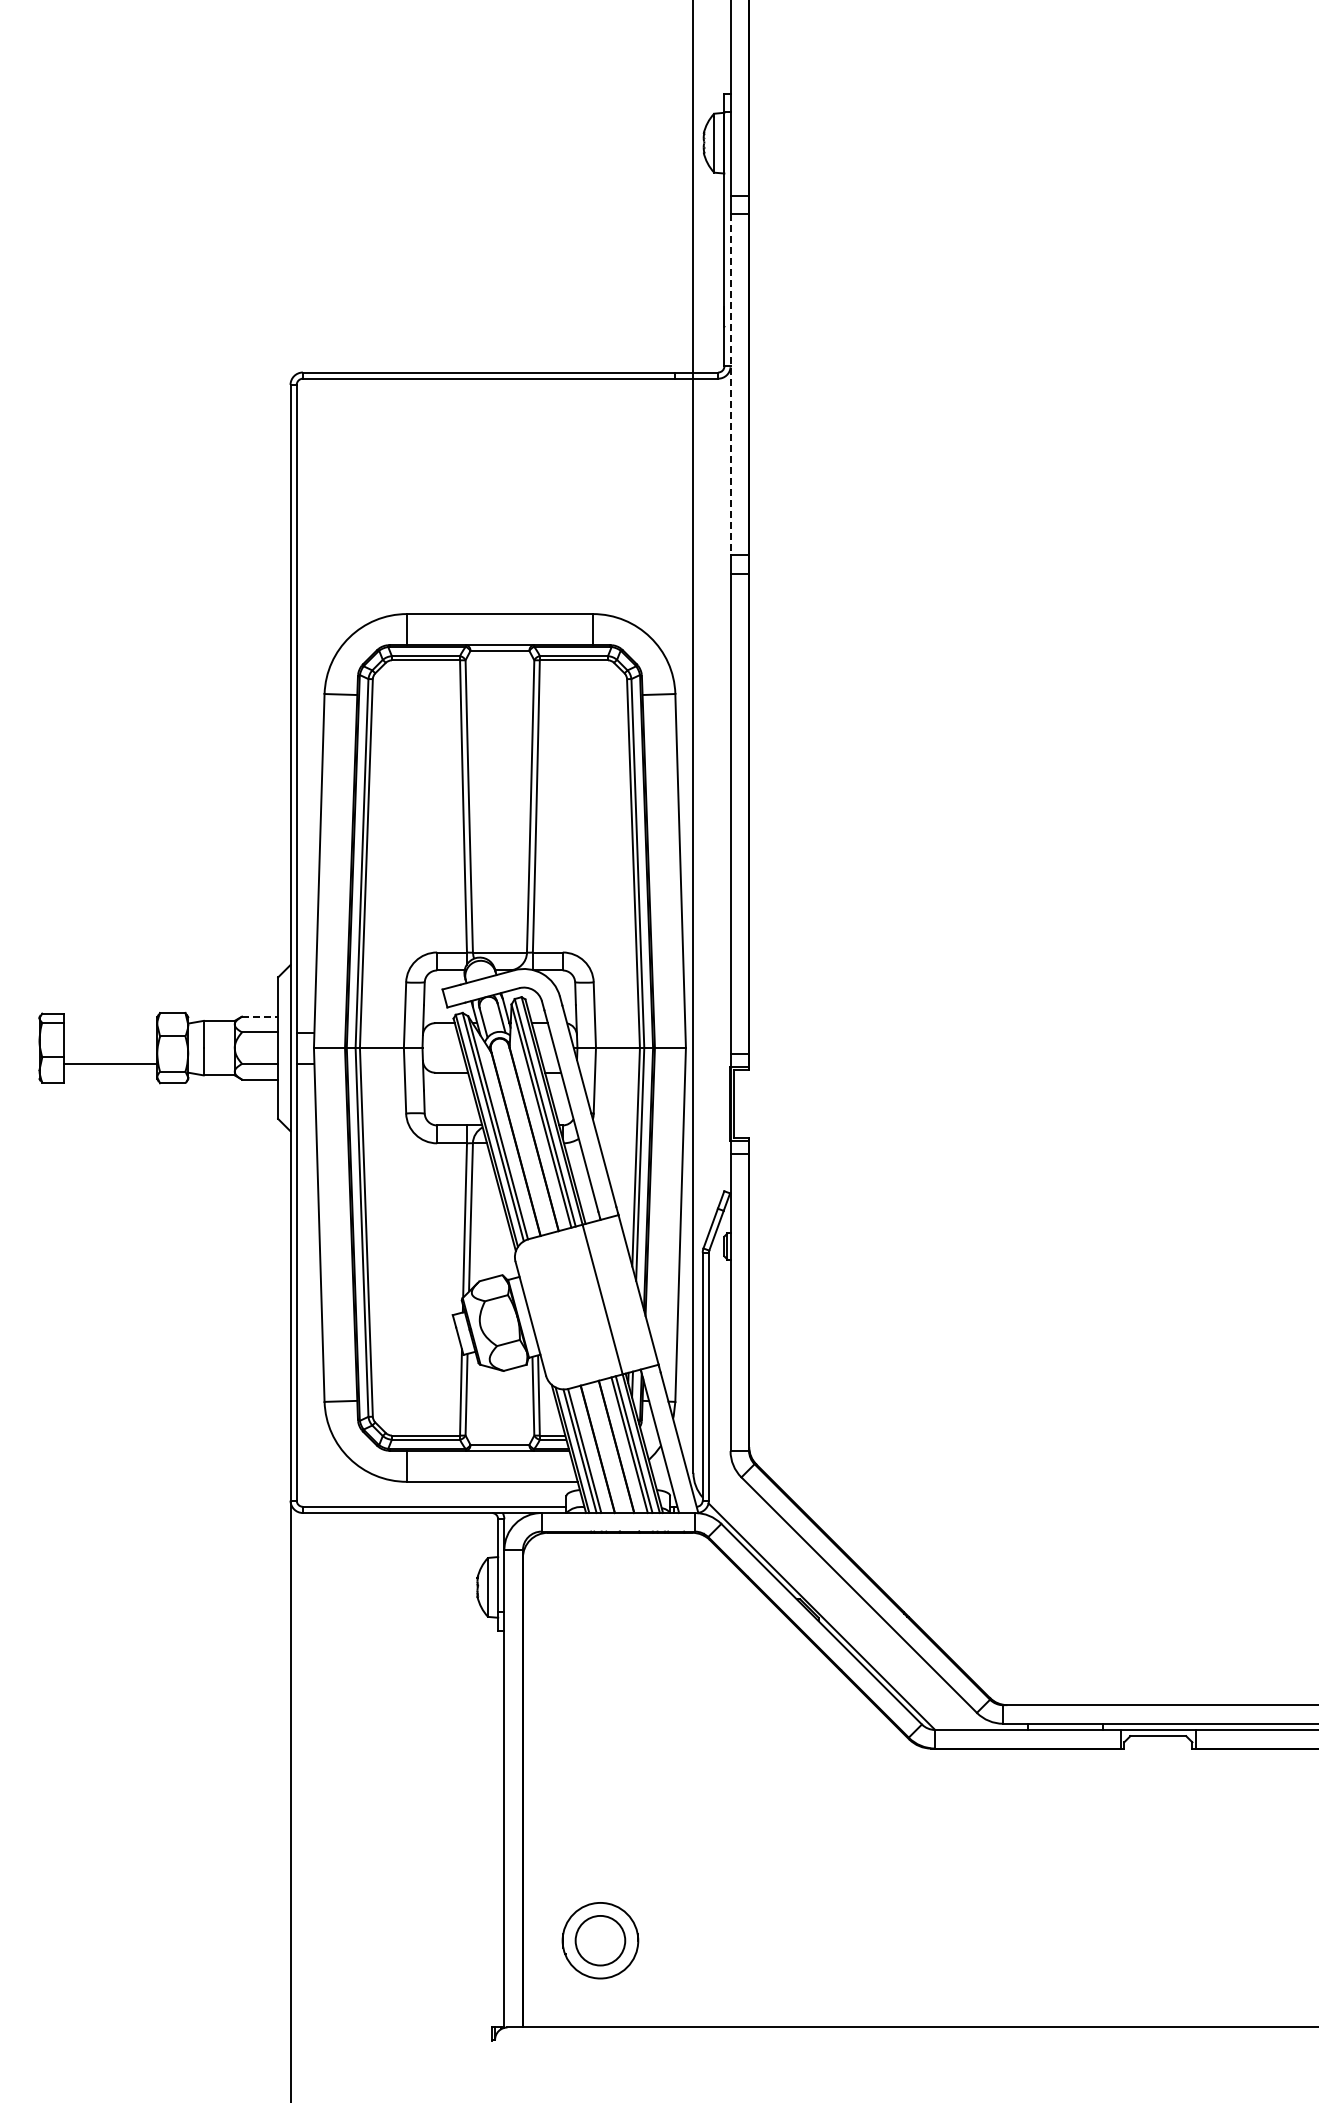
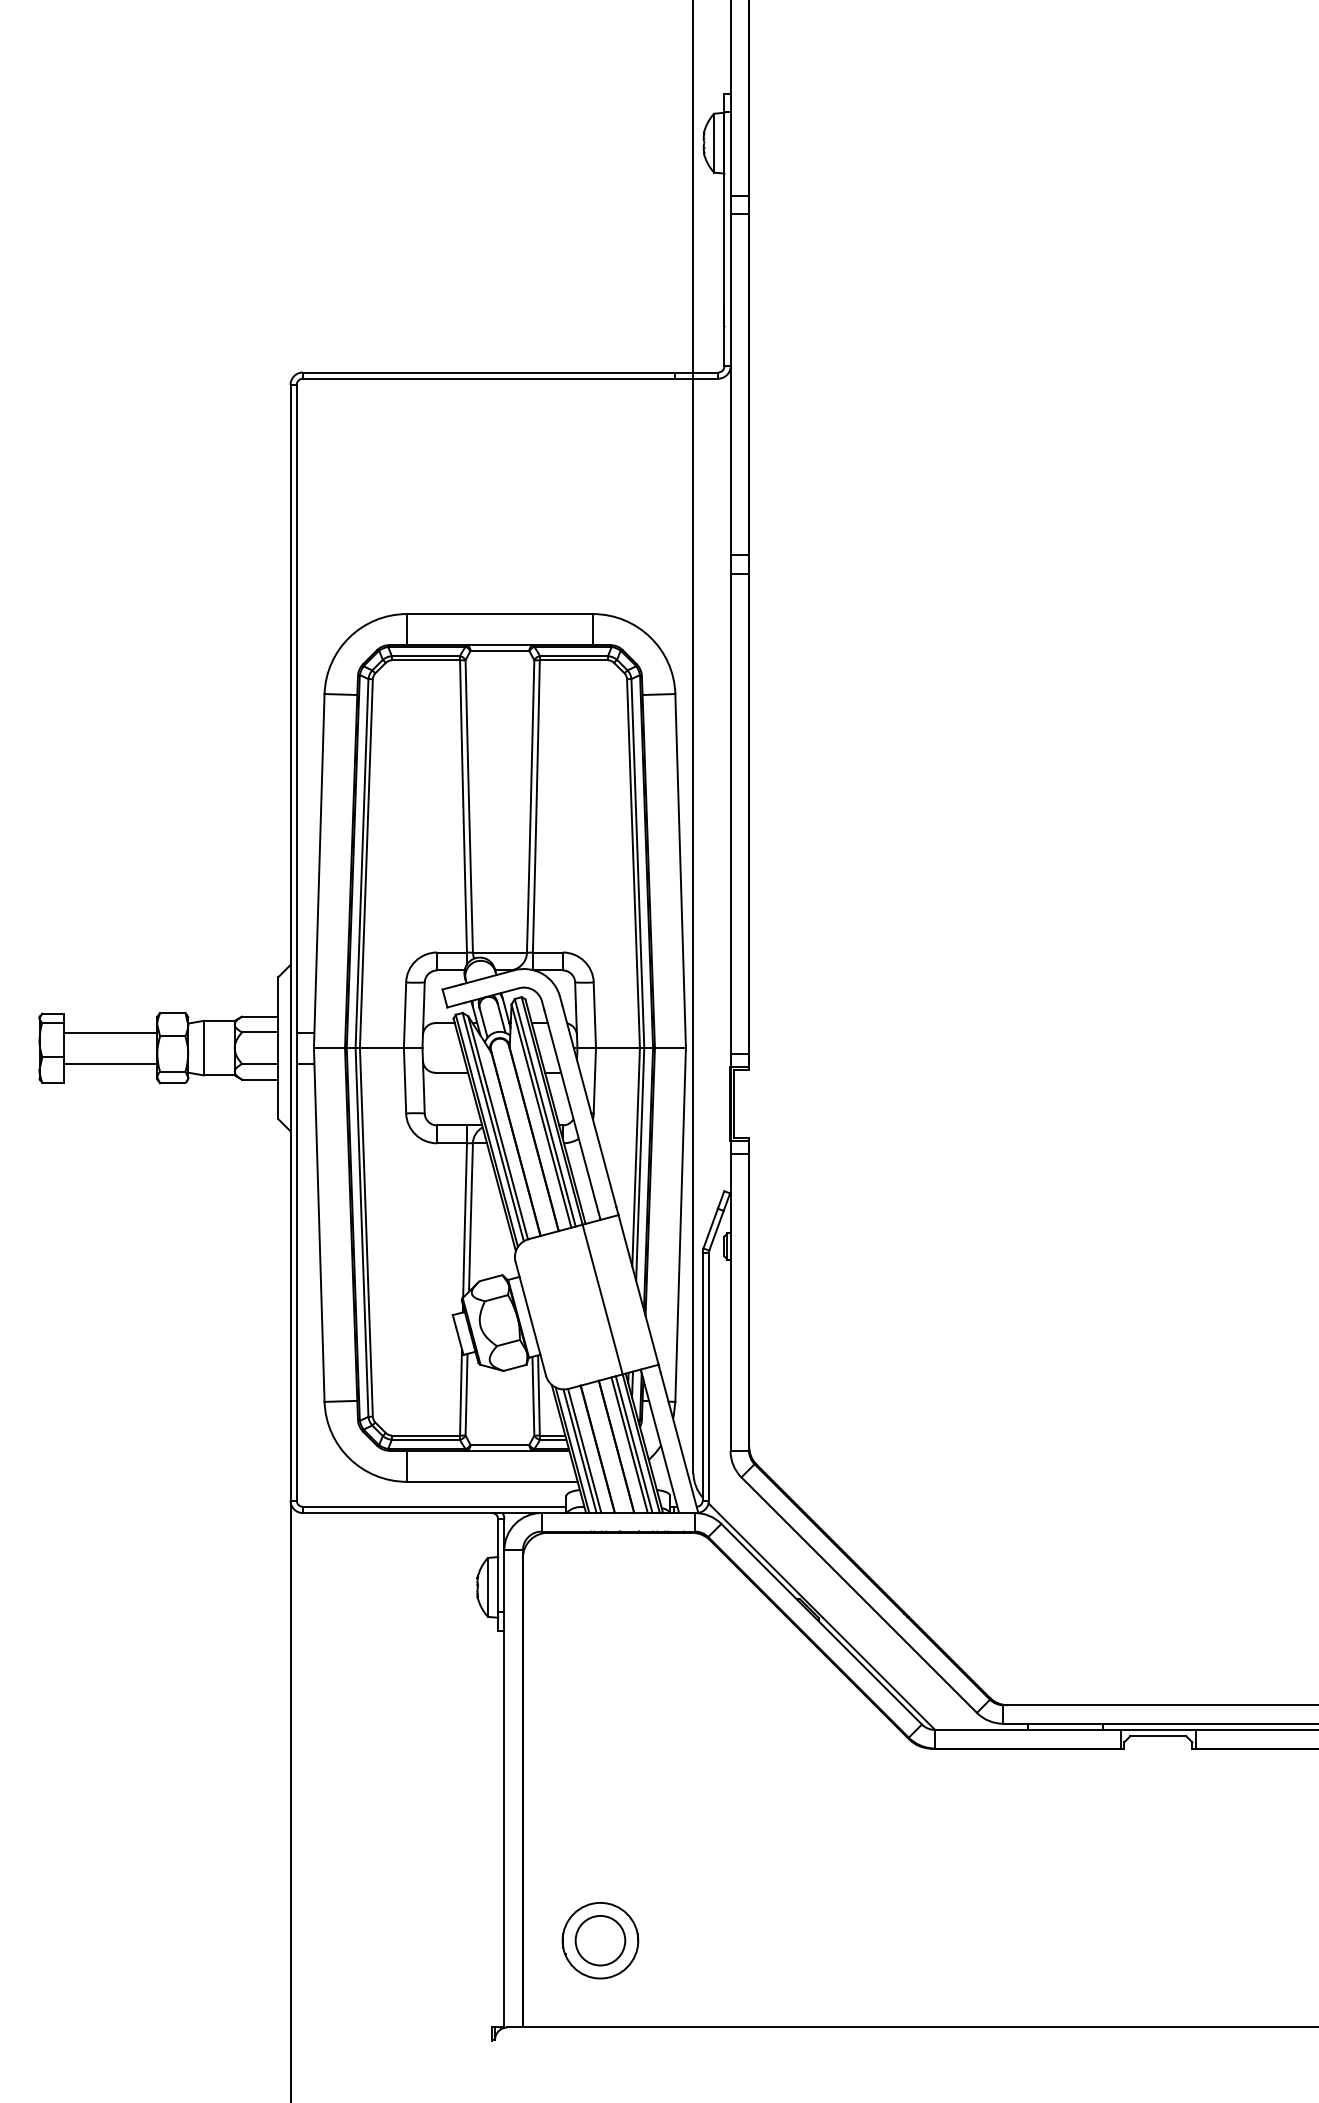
line at (730, 385): dashed -> solid
line at (260, 1016): dashed -> solid
line at (110, 1032): none -> present
